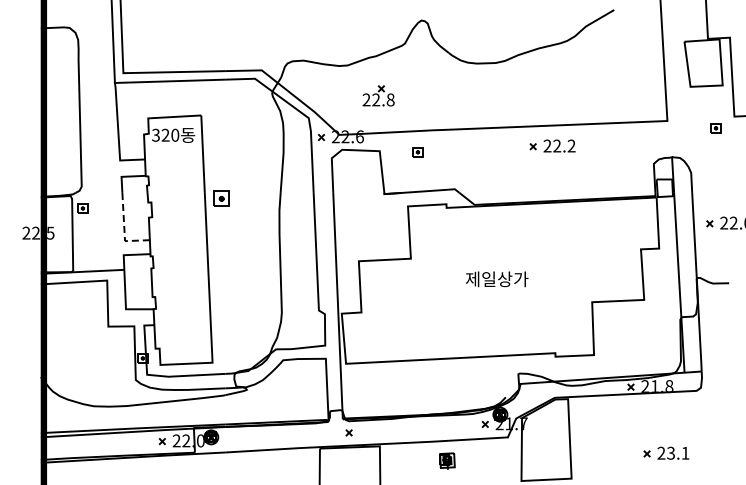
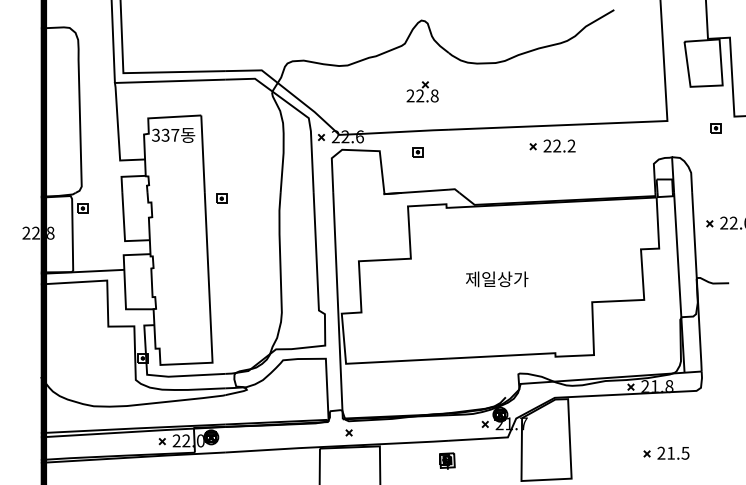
part at (378, 95) position: (378, 95) -> (422, 91)
text at (170, 134): 320 -> 337
part at (221, 198) size: 17x17 px -> 12x11 px
line at (124, 229): dashed -> solid
text at (50, 232): 22.5 -> 22.8
text at (678, 452): 23.1 -> 21.5
